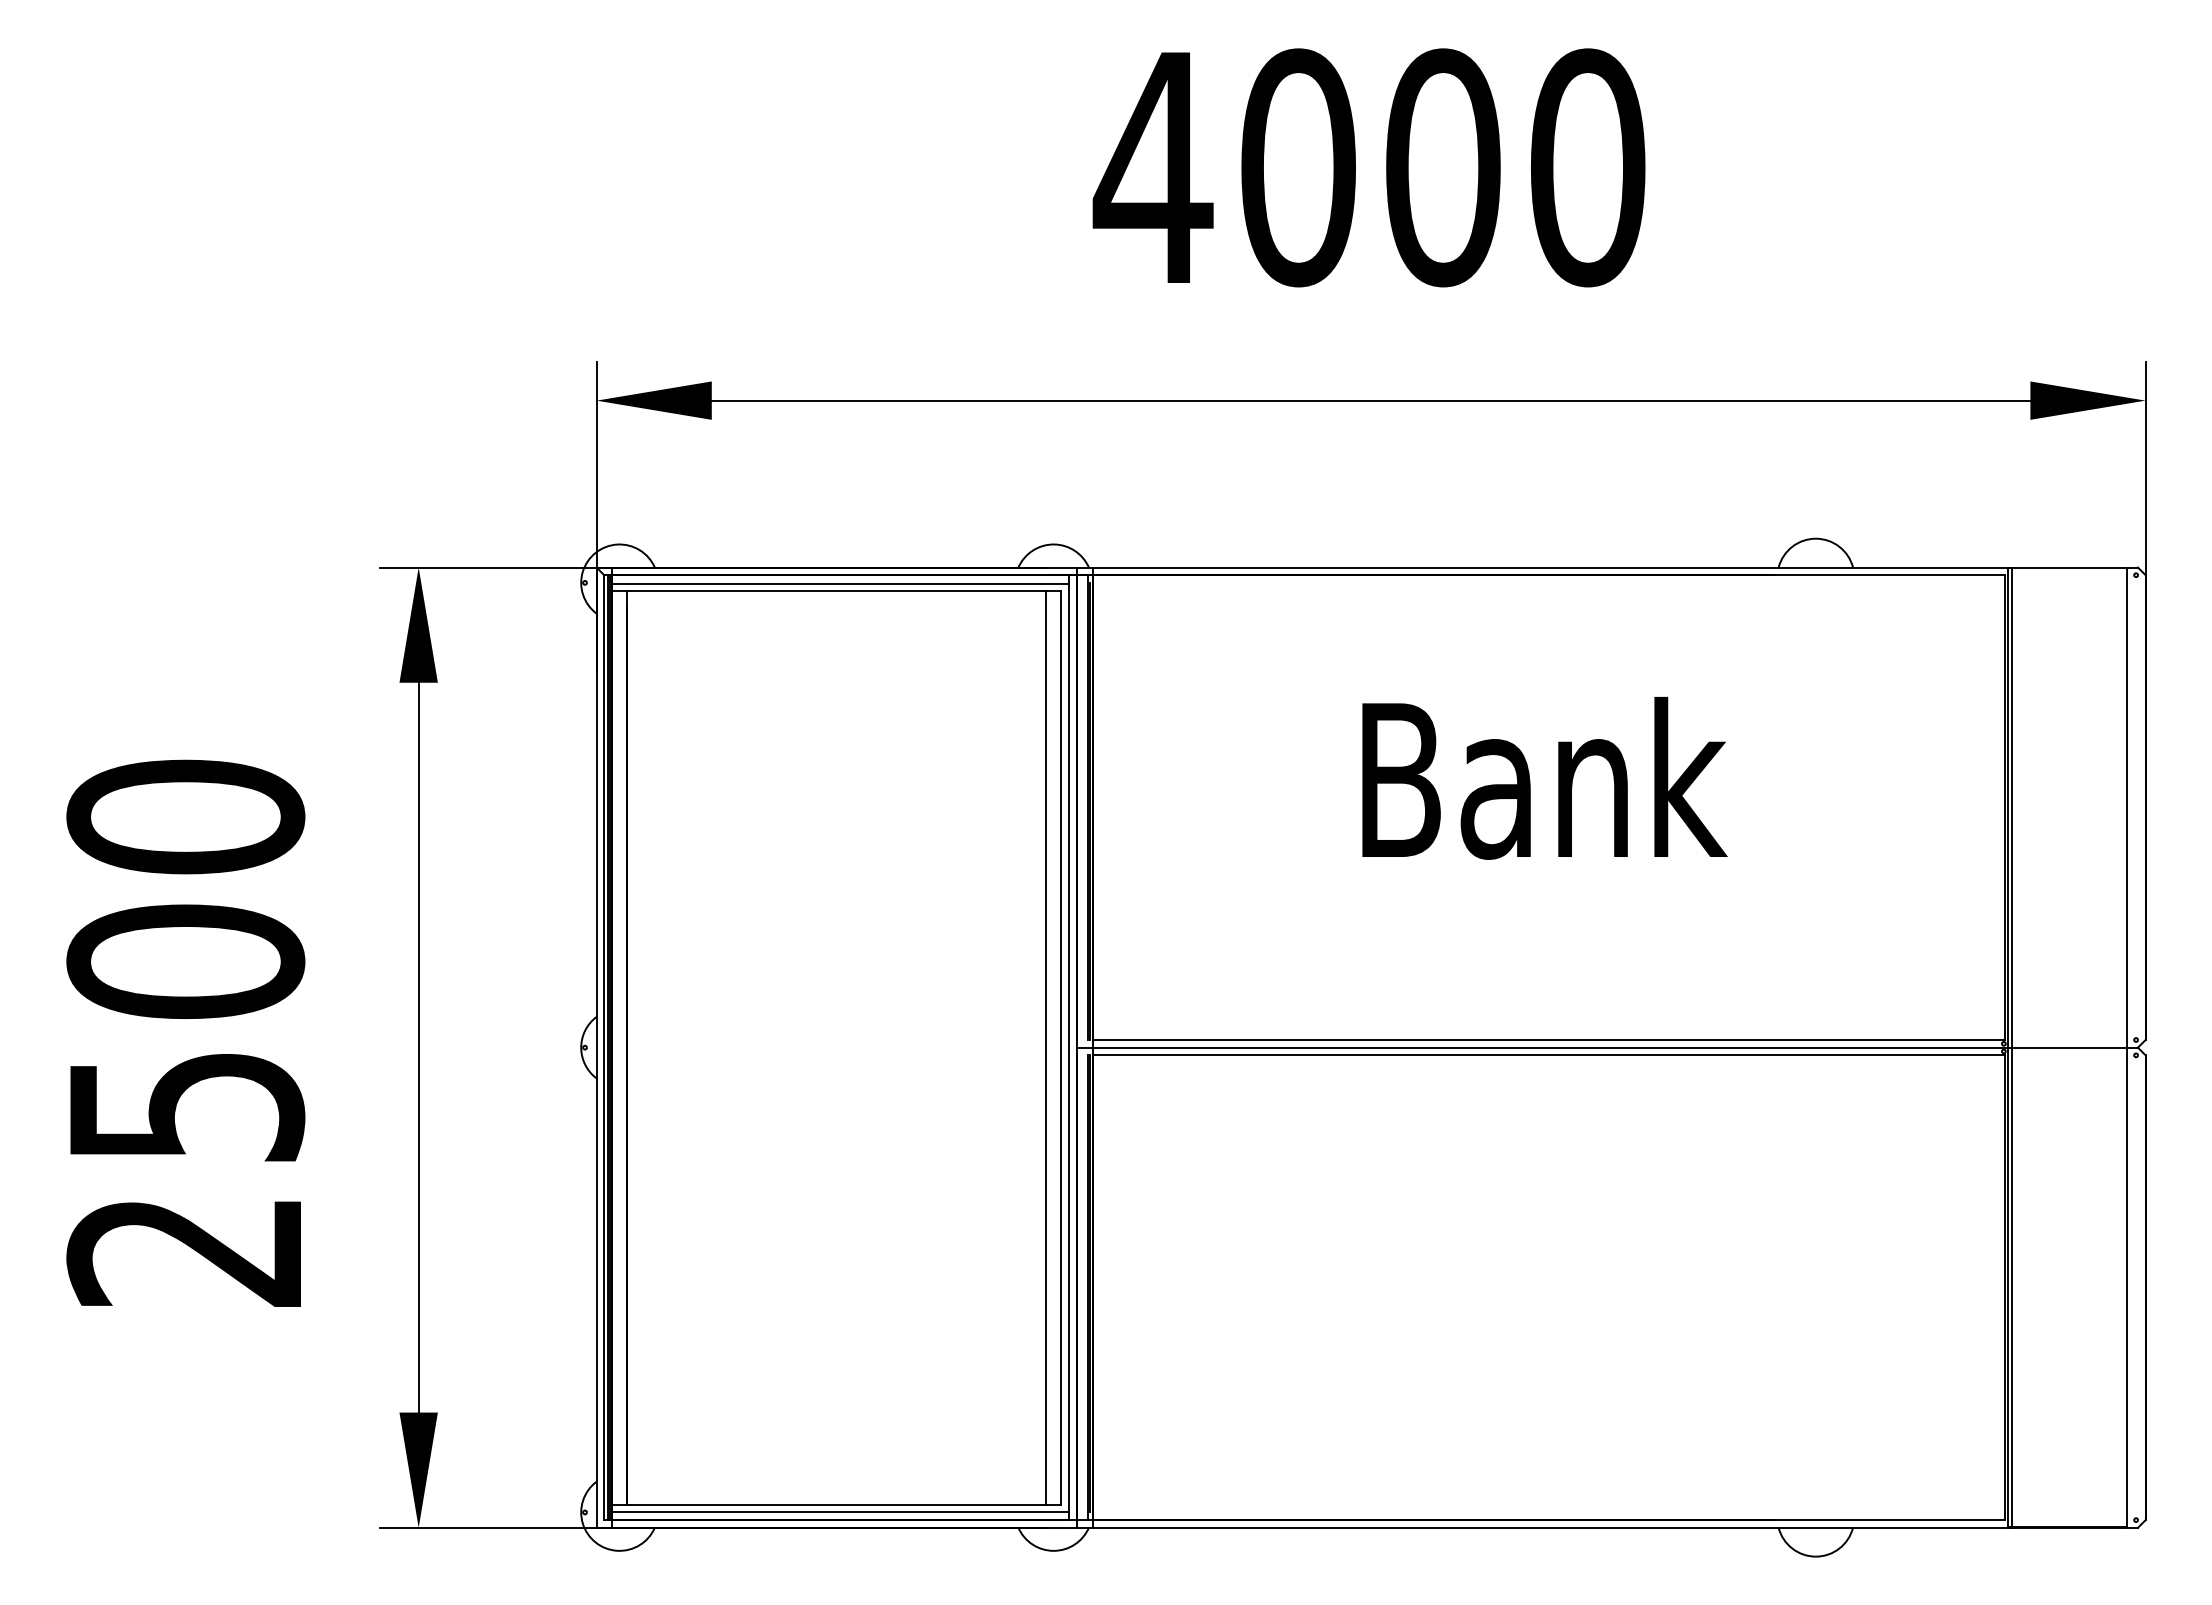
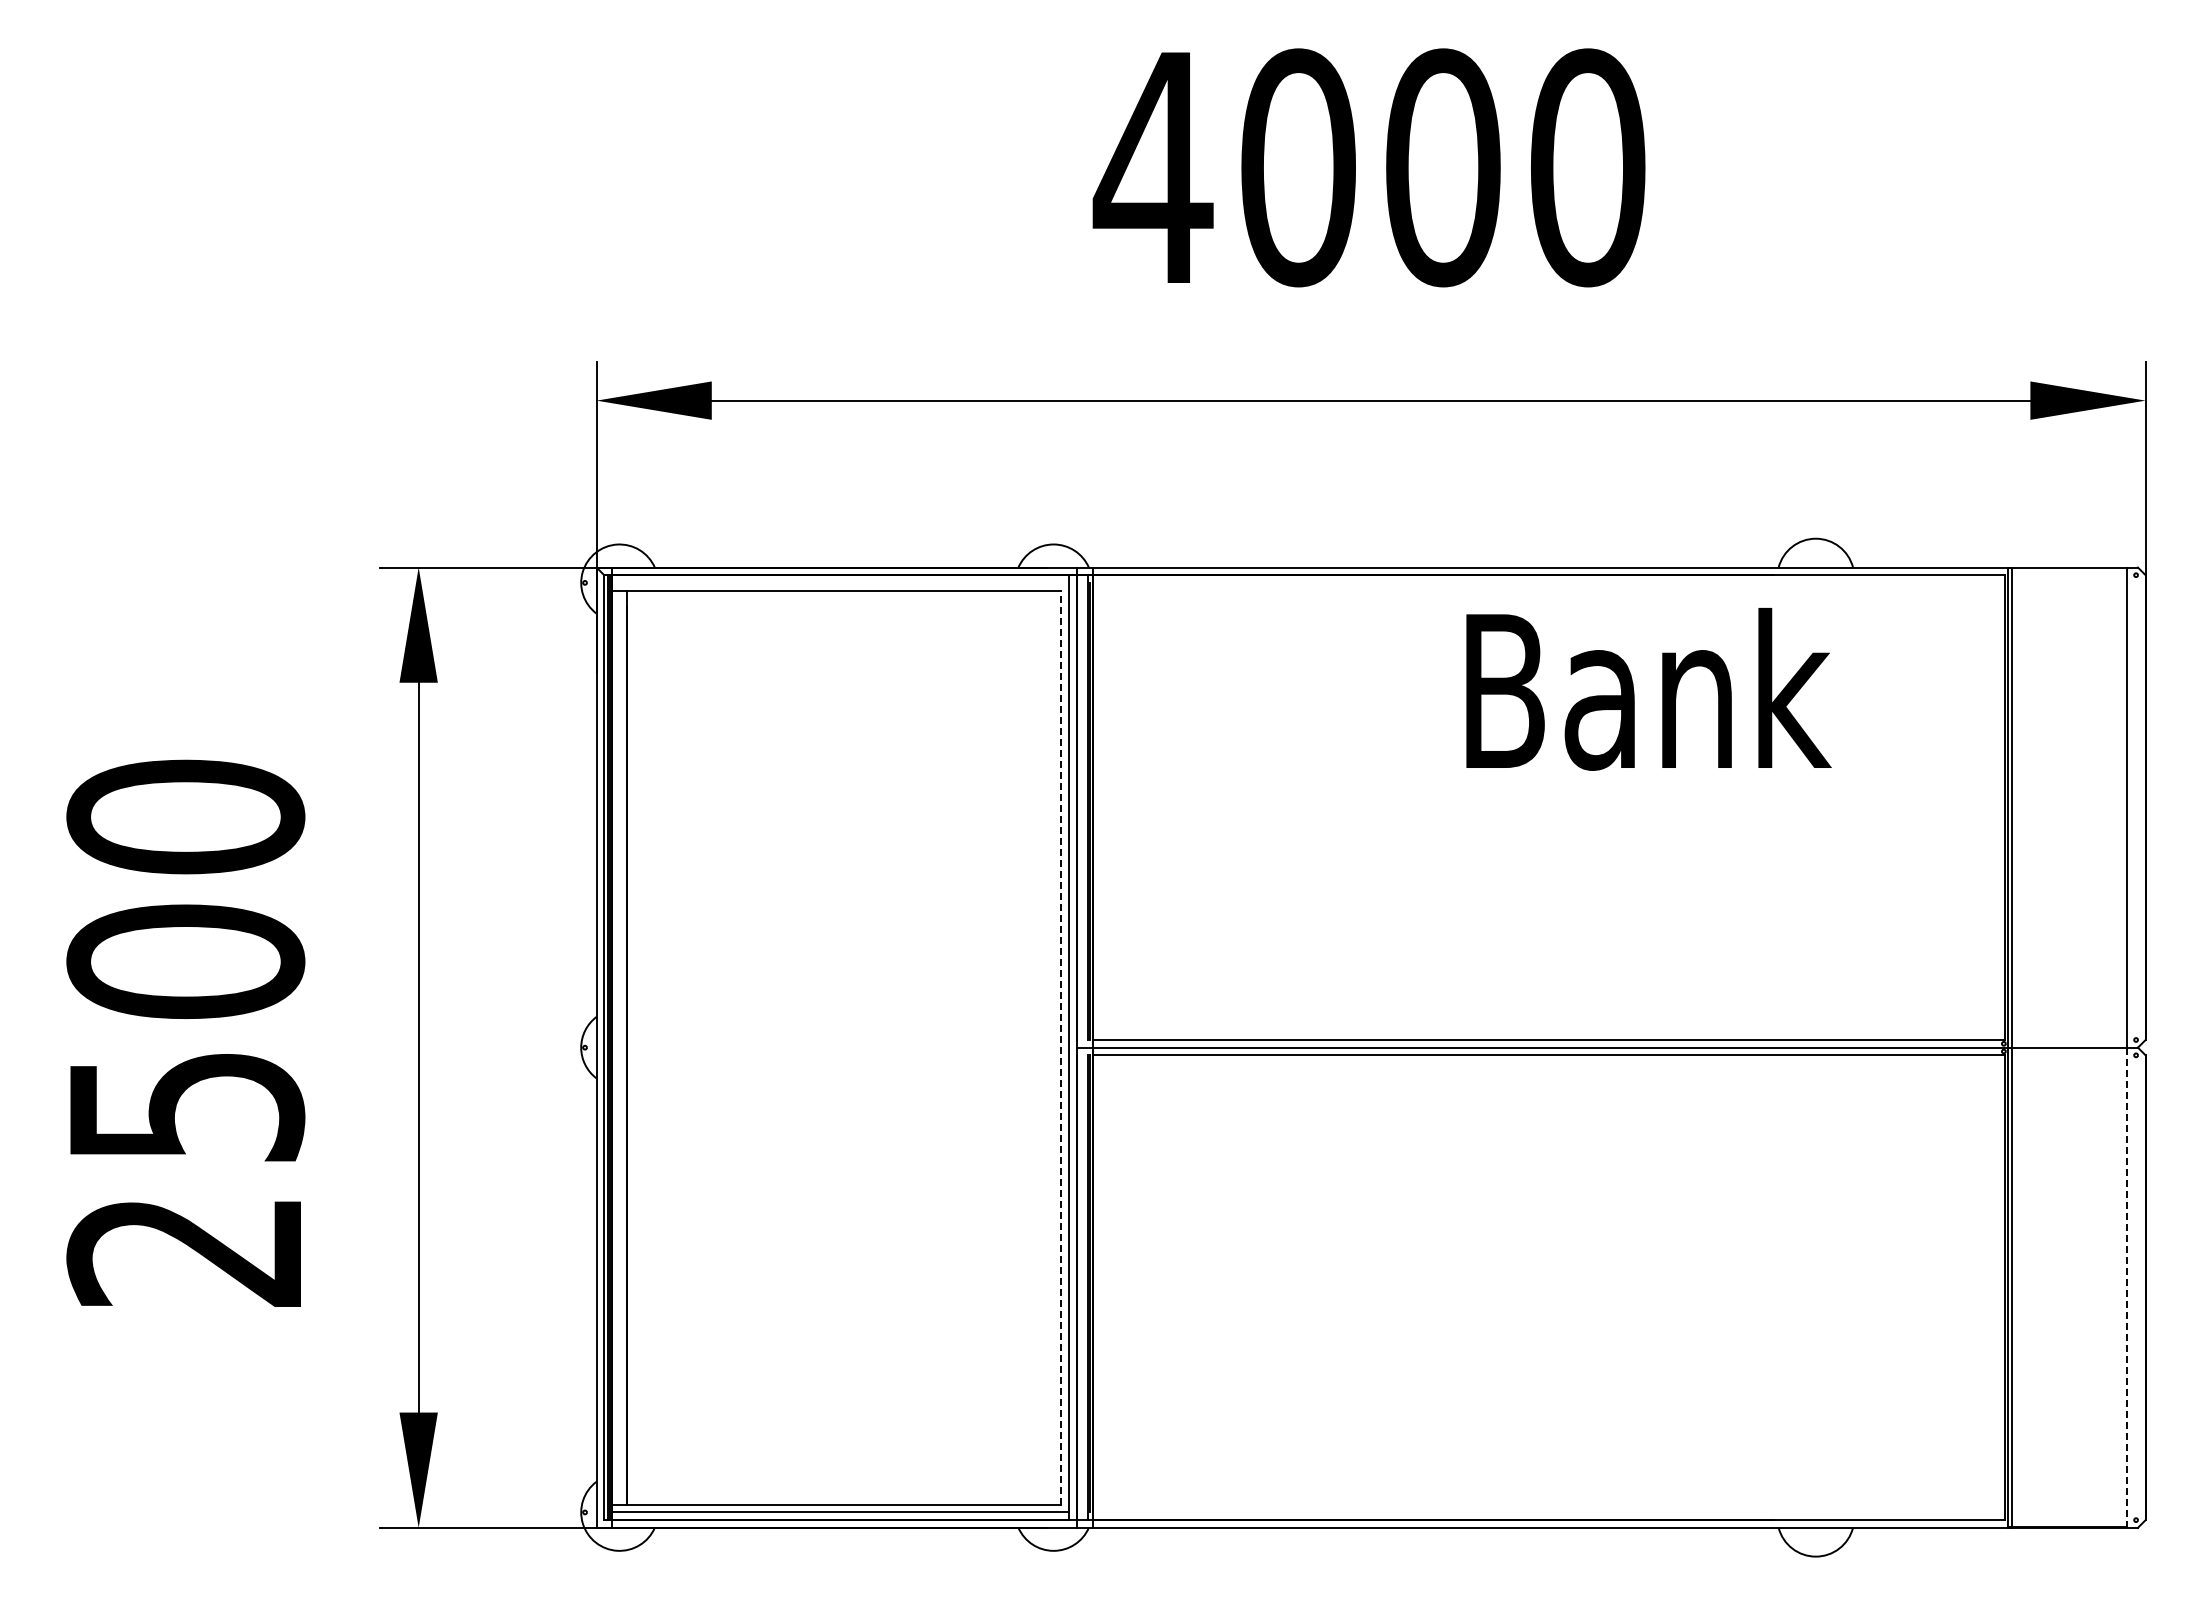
line at (840, 583): present -> none
text at (1544, 778) position: (1544, 778) -> (1648, 689)
line at (1045, 1047): present -> none
line at (1061, 1048): solid -> dashed
line at (2126, 1288): solid -> dashed
